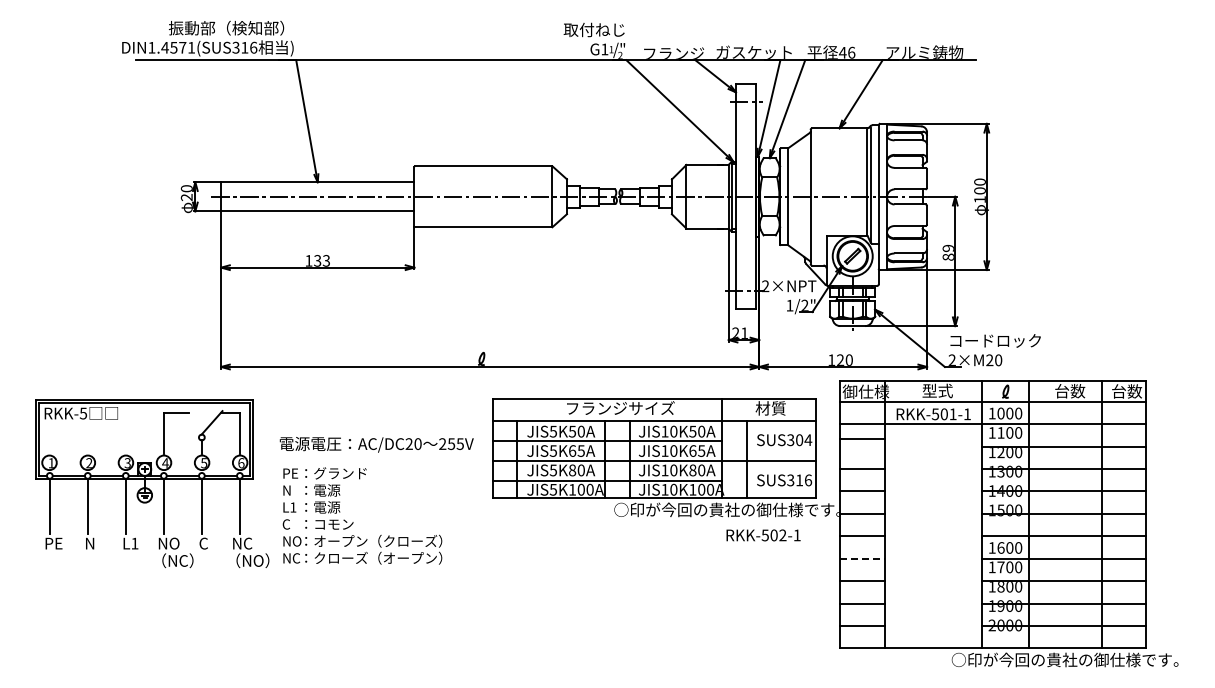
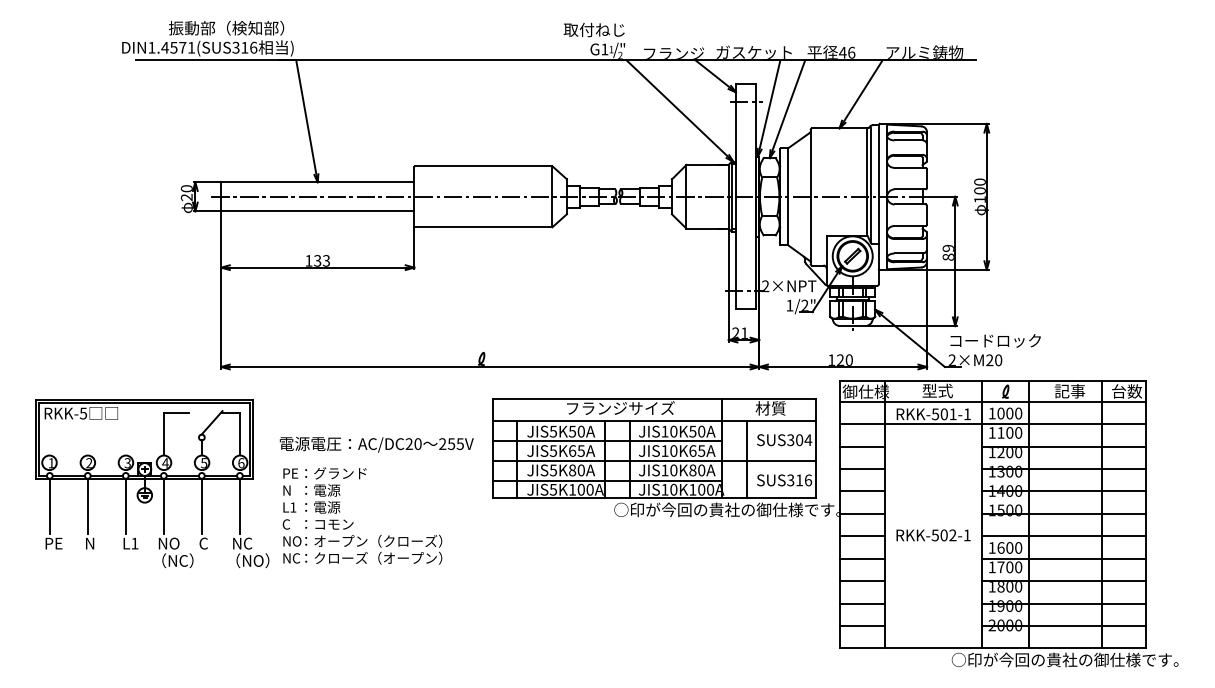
text at (1069, 391): 台数 -> 記事
line at (862, 438) position: (862, 438) -> (862, 446)
text at (763, 535) position: (763, 535) -> (933, 535)
line at (862, 558): dashed -> solid
